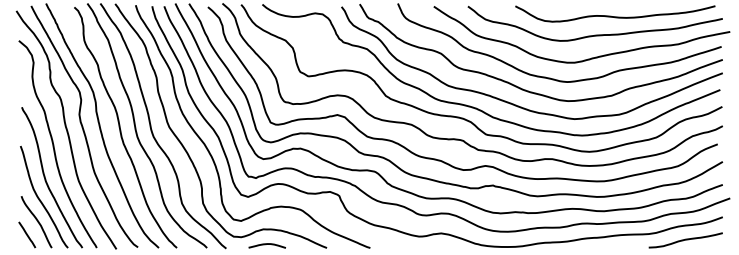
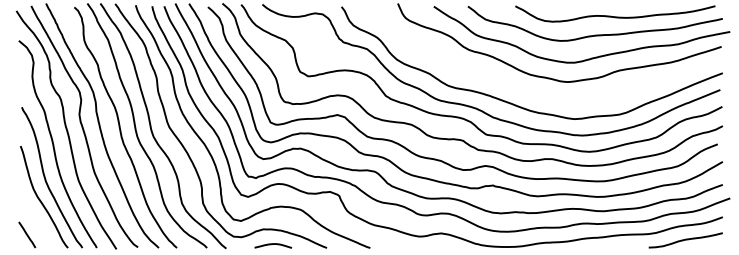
curve at (523, 88): present -> none
curve at (37, 222): present -> none
curve at (266, 244) position: (266, 244) -> (272, 244)
